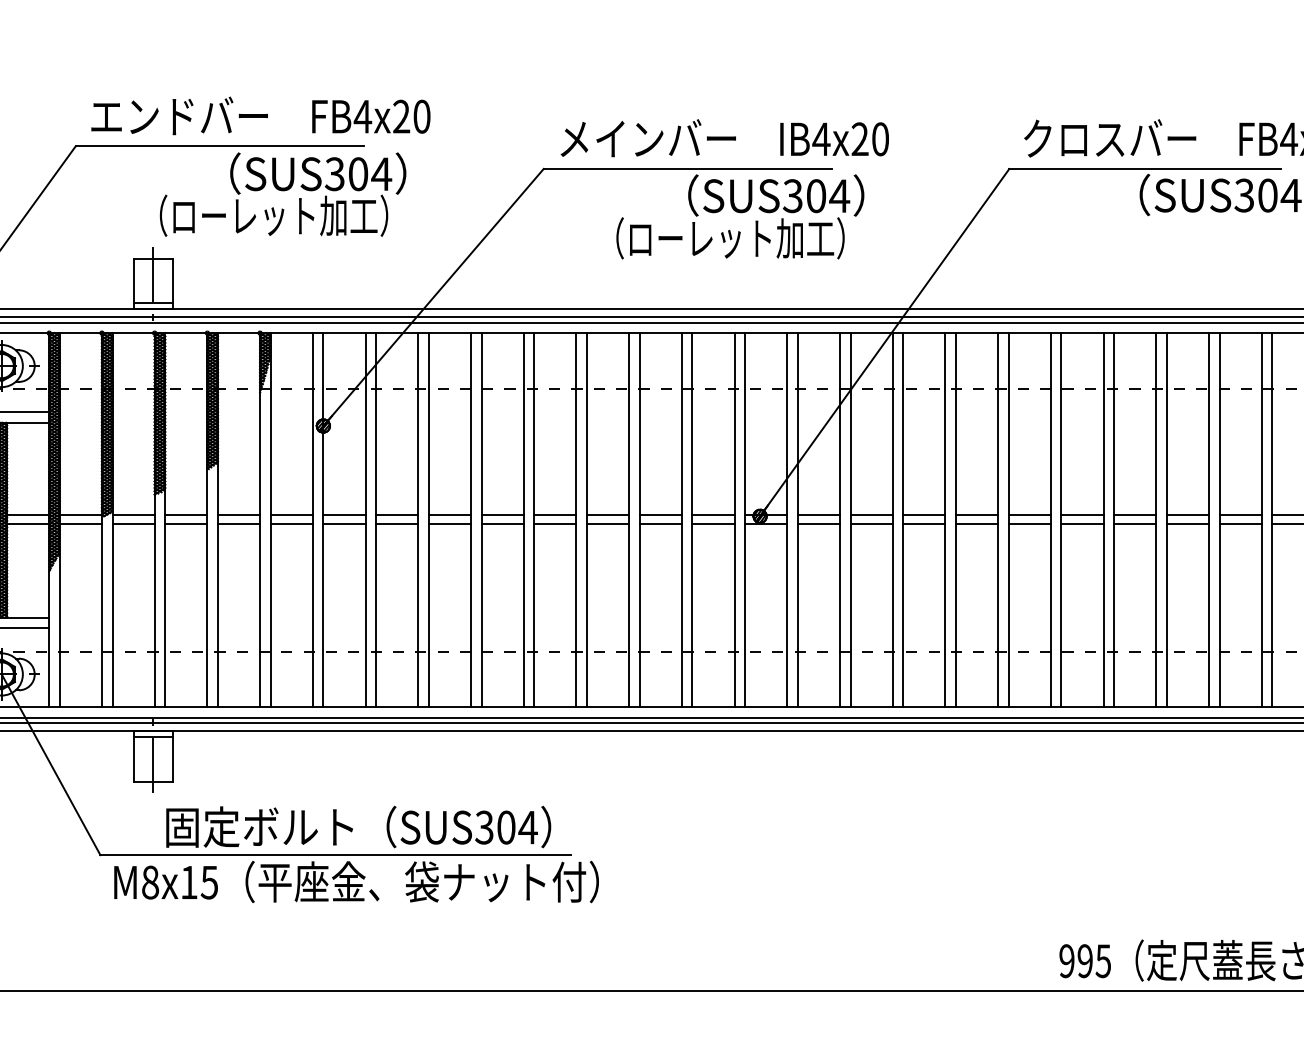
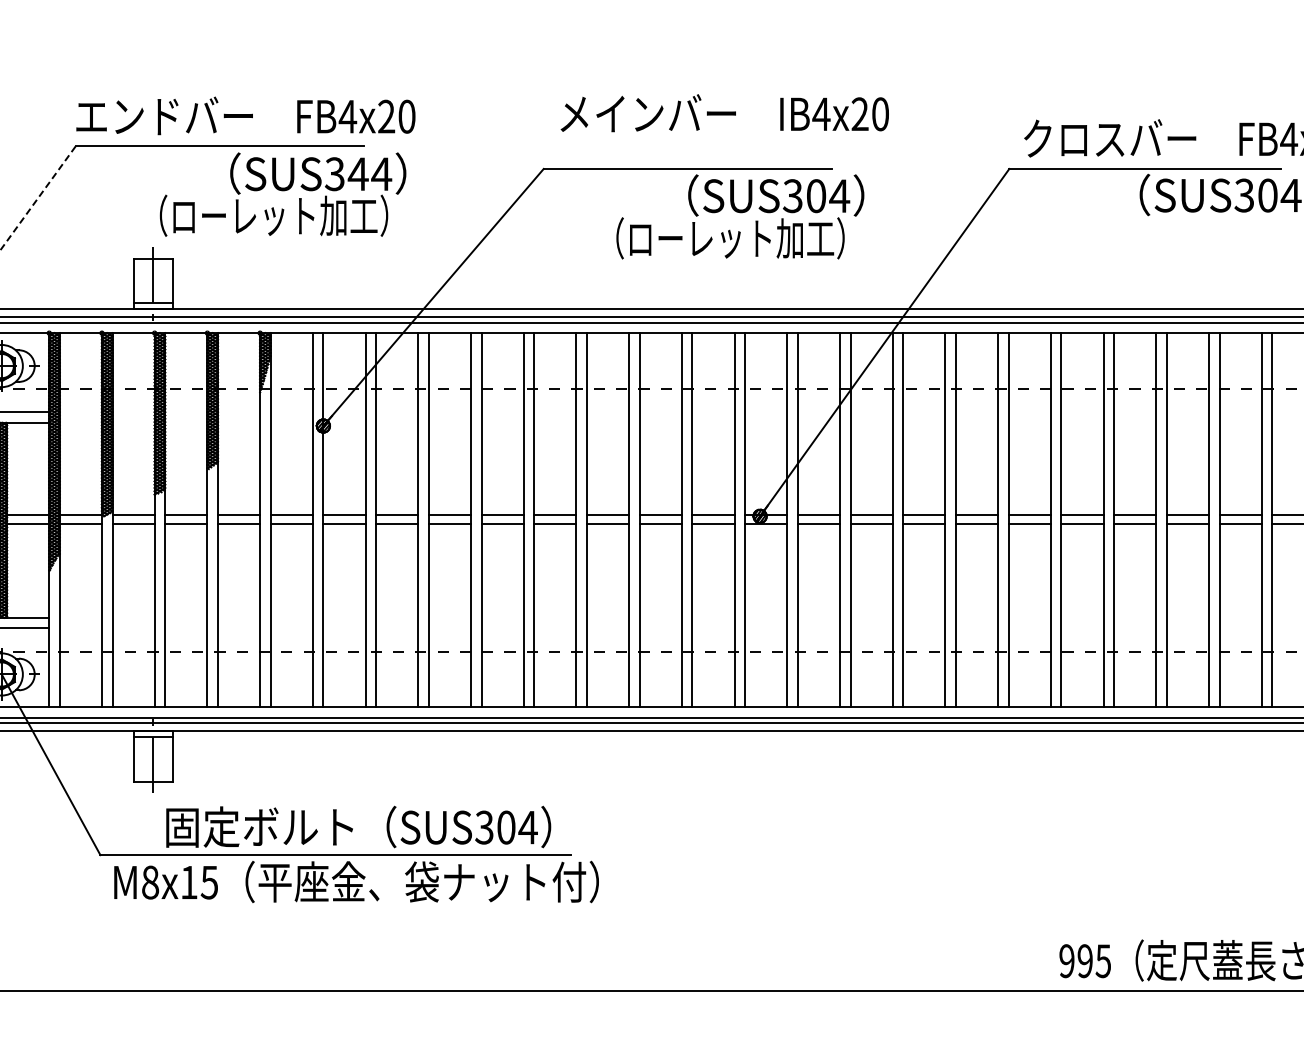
text at (260, 115) position: (260, 115) -> (245, 115)
text at (724, 138) position: (724, 138) -> (724, 113)
text at (357, 174): SUS304 -> SUS344
line at (37, 199): solid -> dashed
